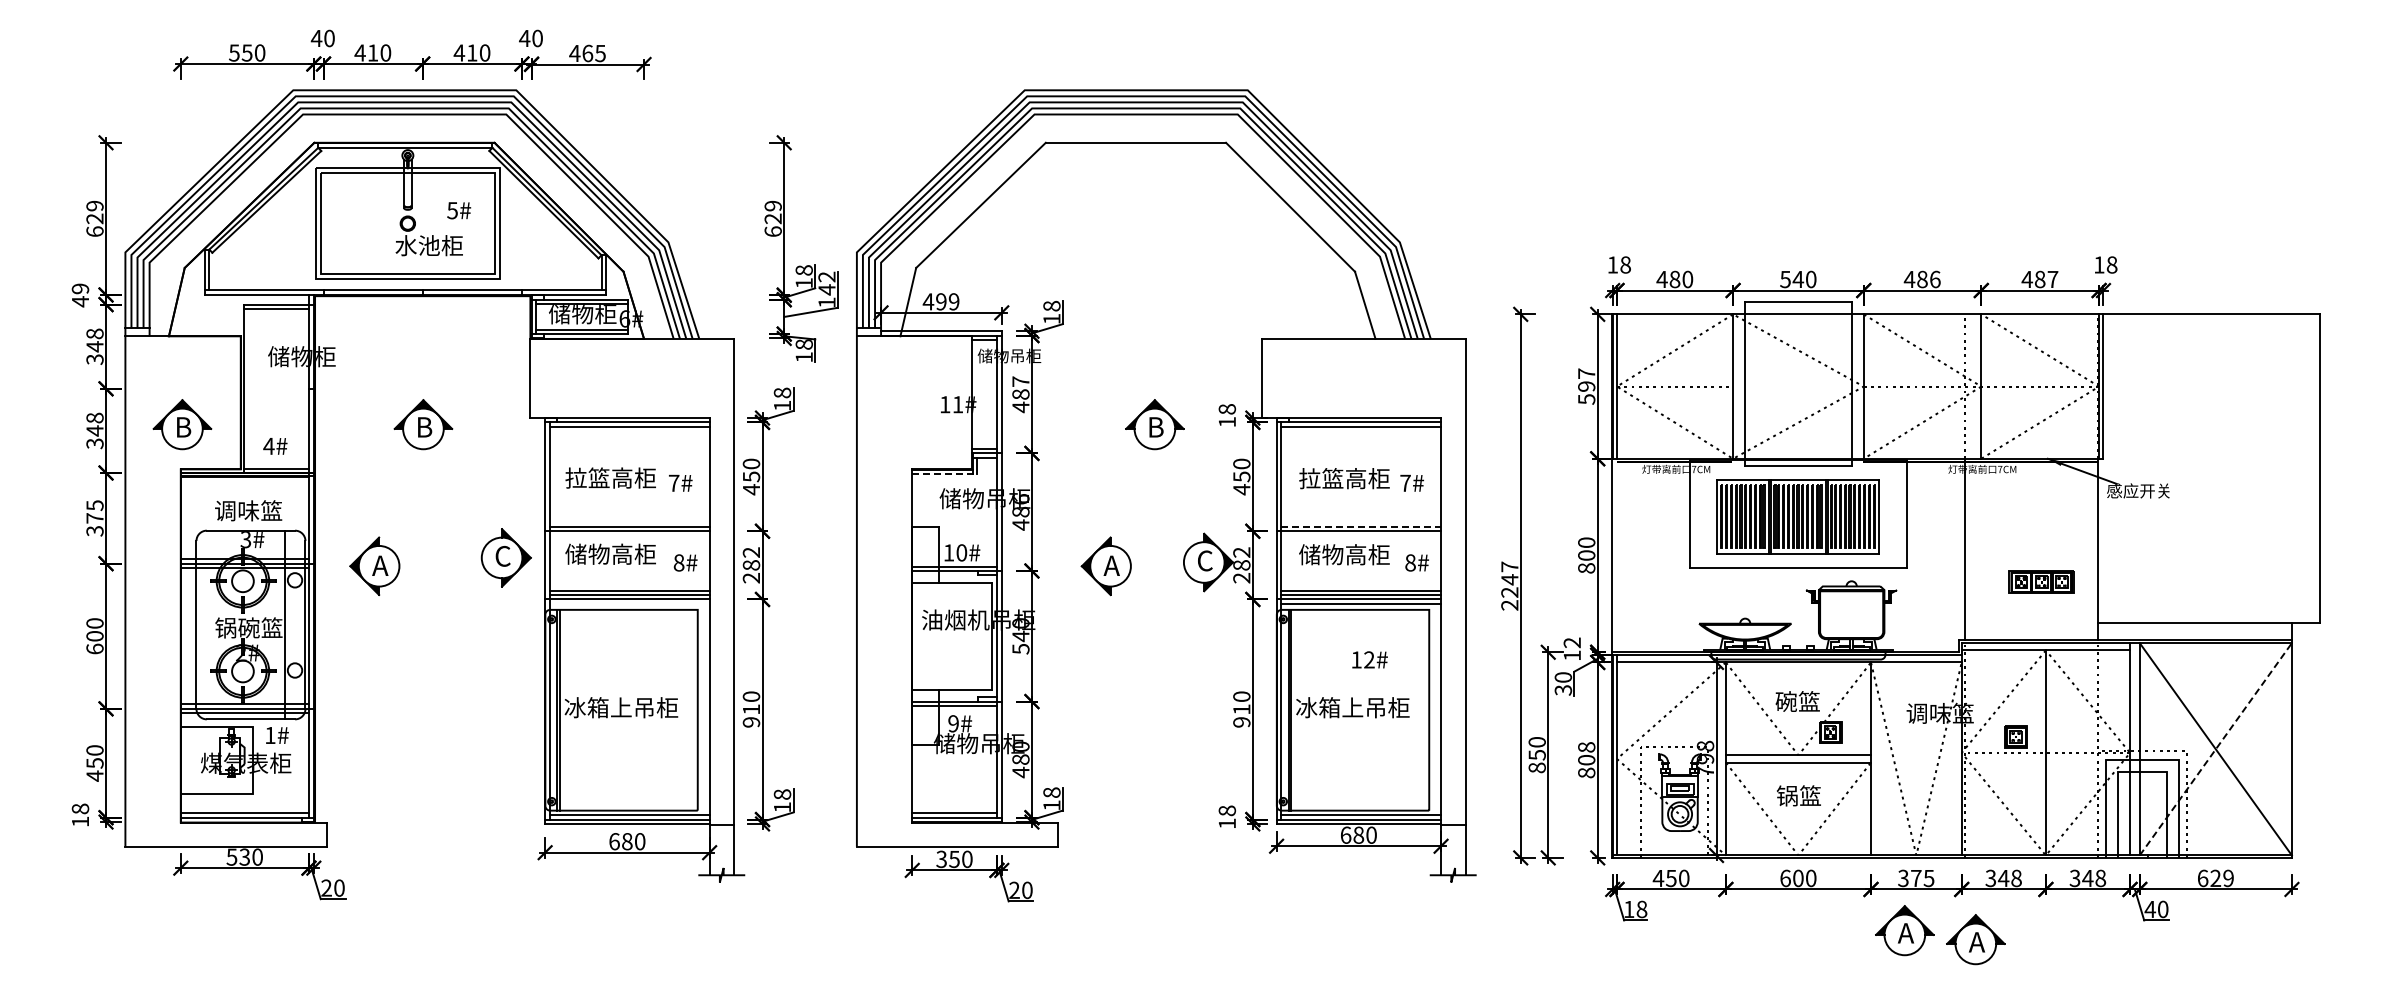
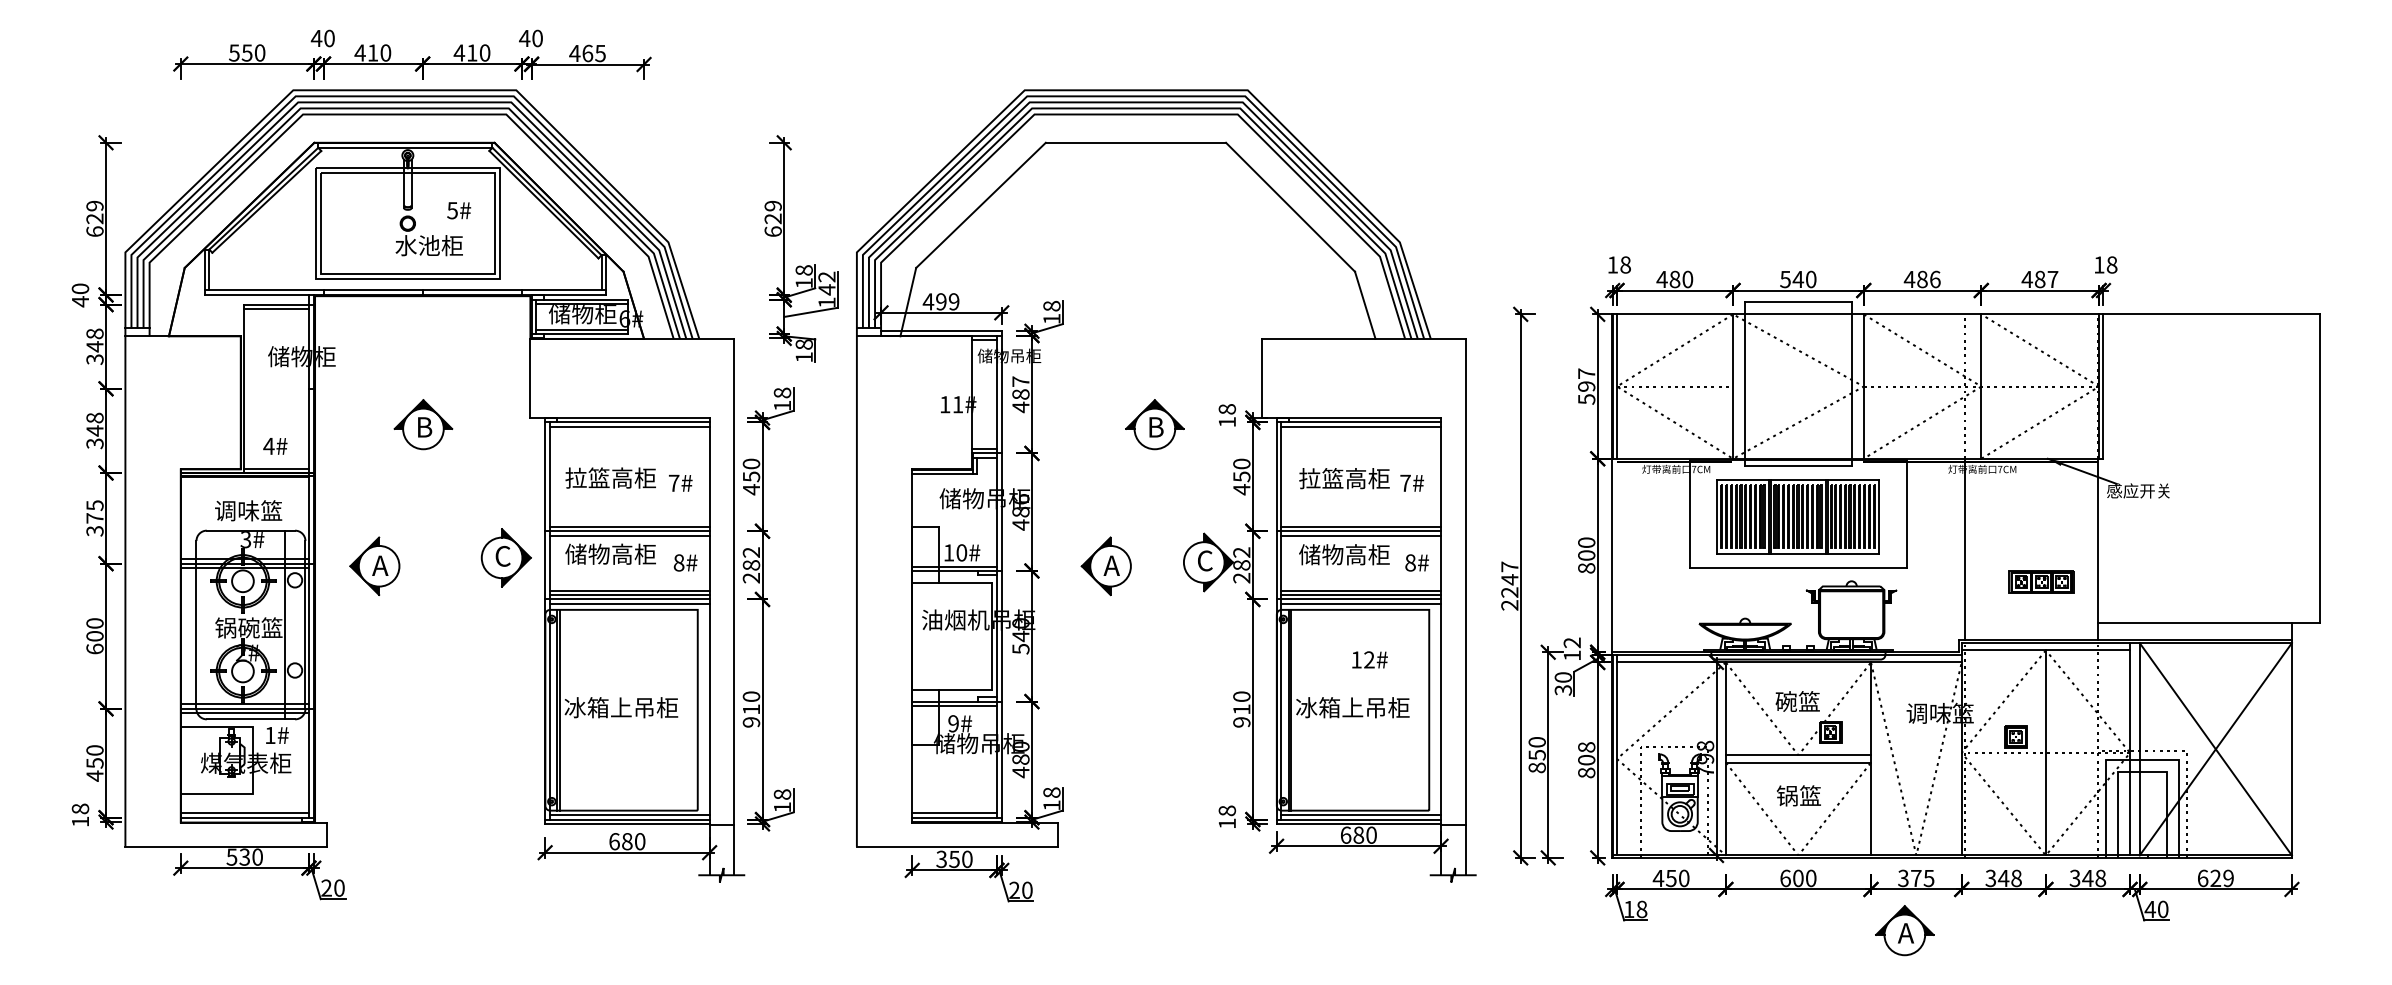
text at (80, 288): 49 -> 40
part at (182, 424): present -> none
line at (944, 474): dashed -> solid
line at (1361, 526): dashed -> solid
line at (629, 535): none -> present
line at (1361, 535): none -> present
line at (629, 603): none -> present
line at (2215, 749): dashed -> solid
part at (1975, 939): present -> none
